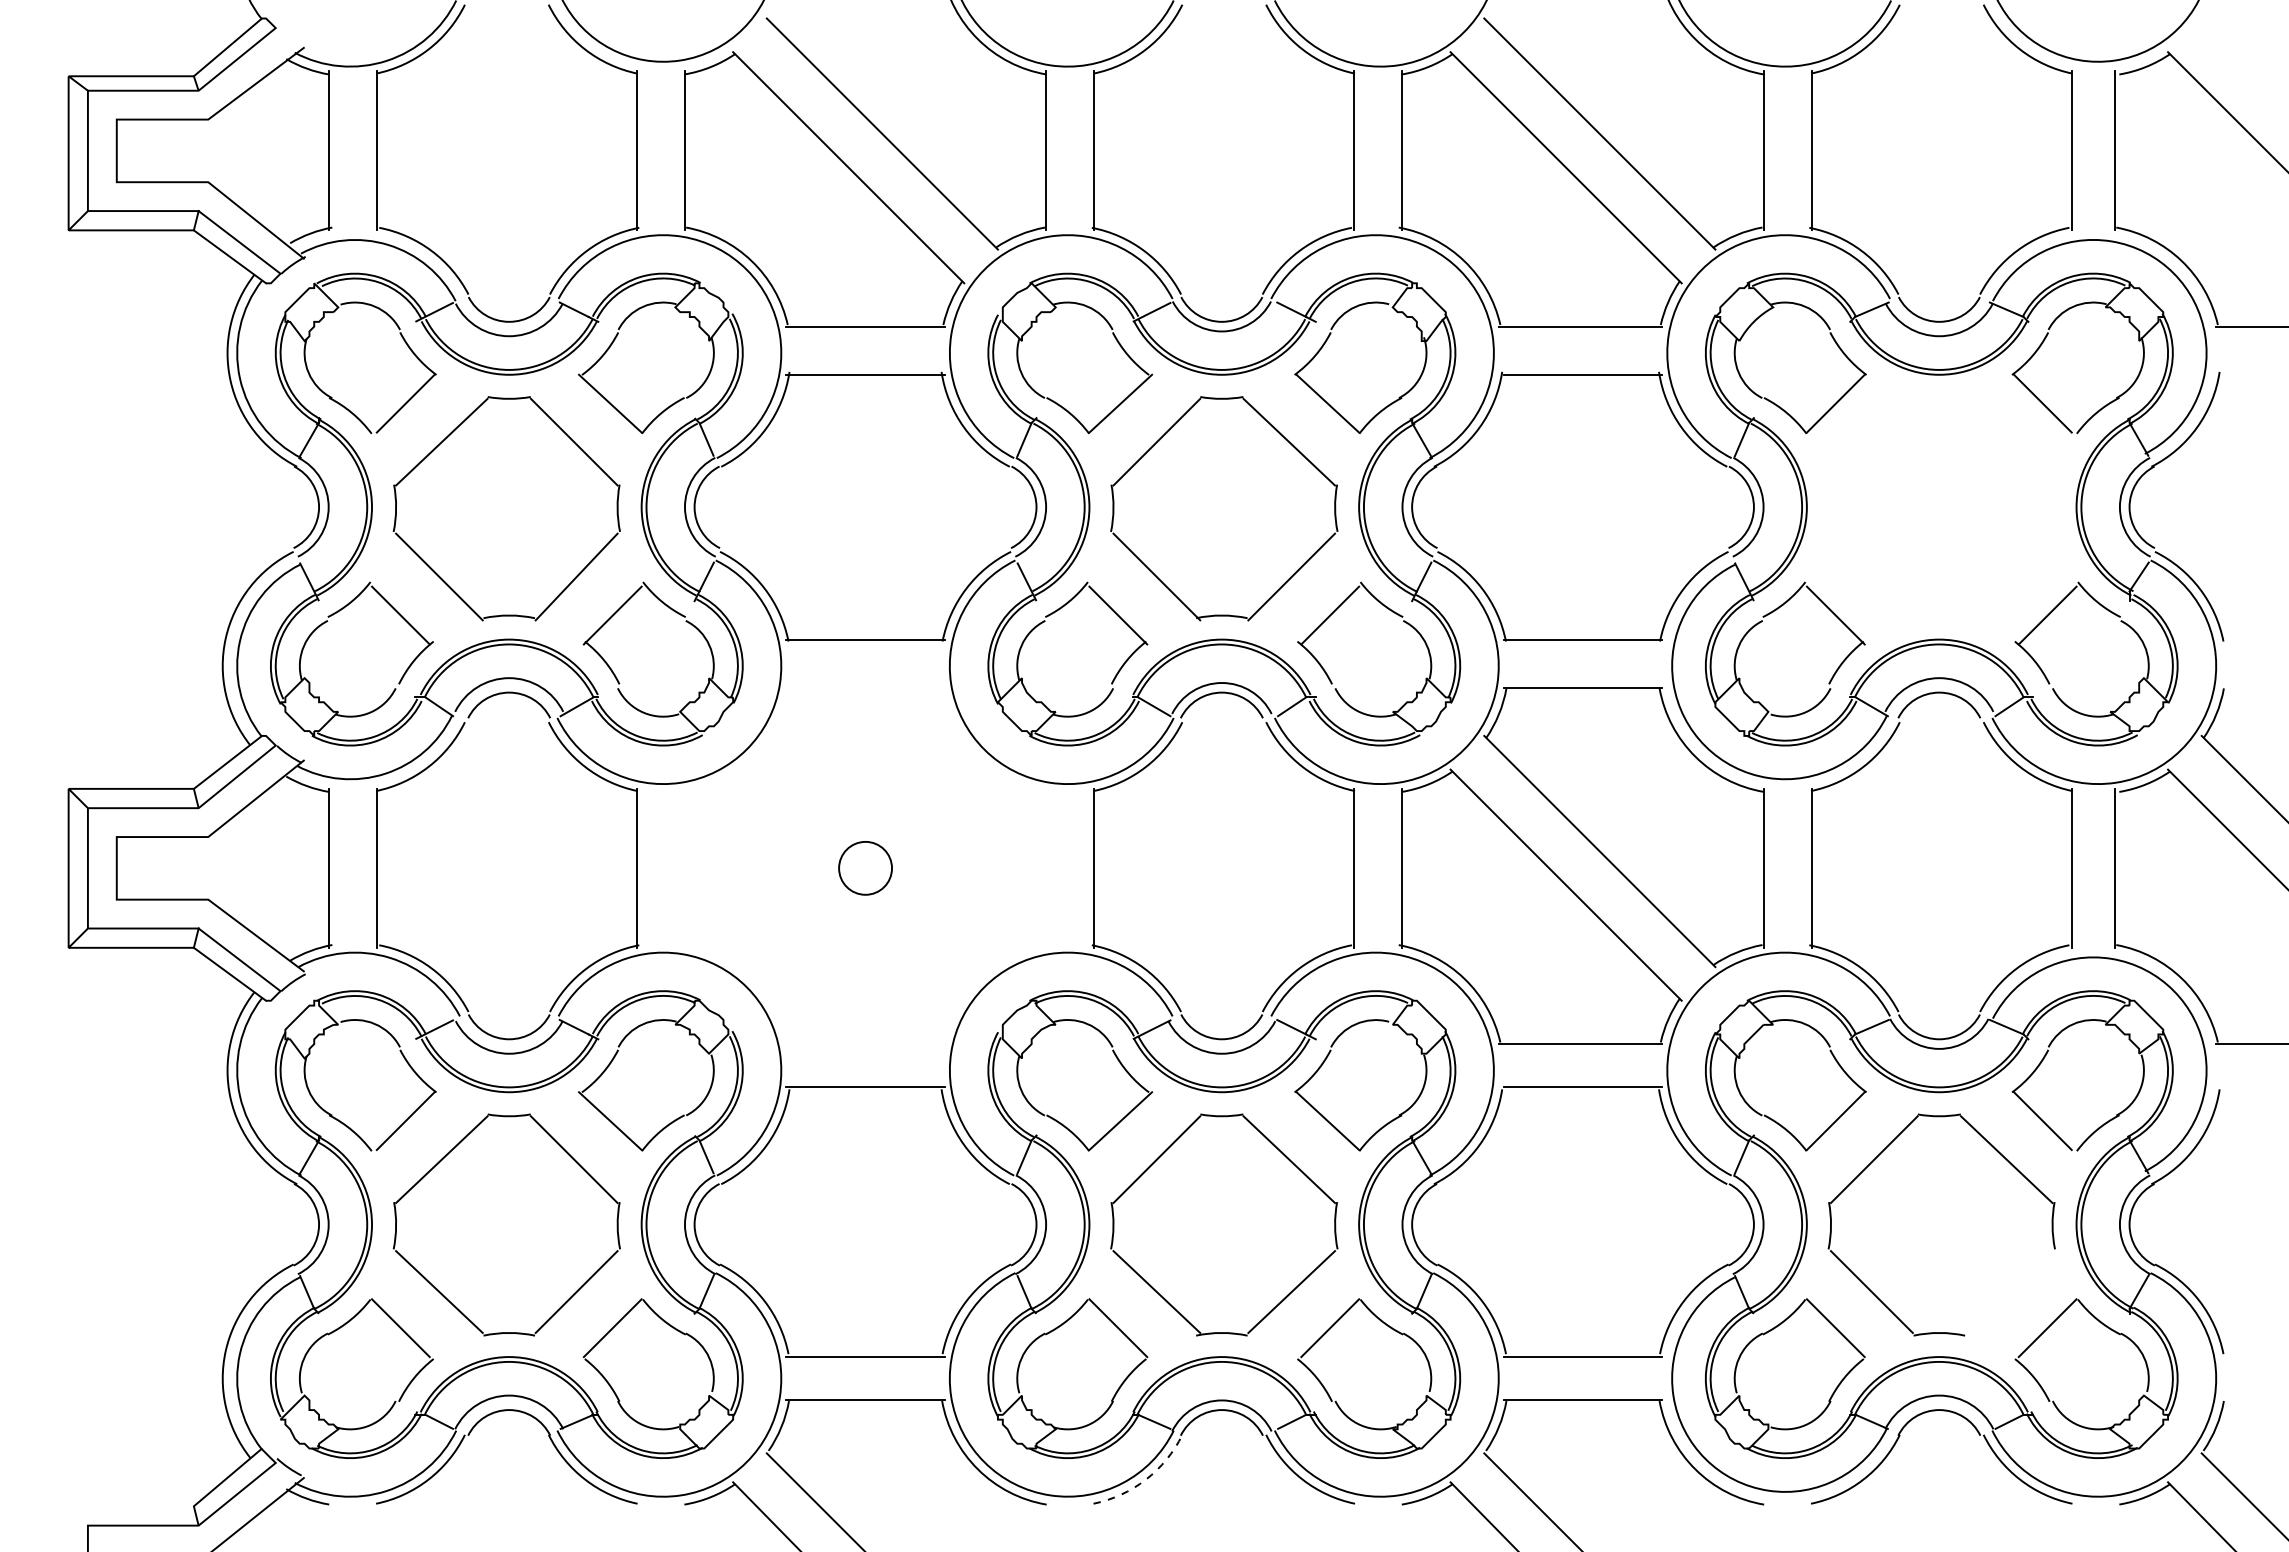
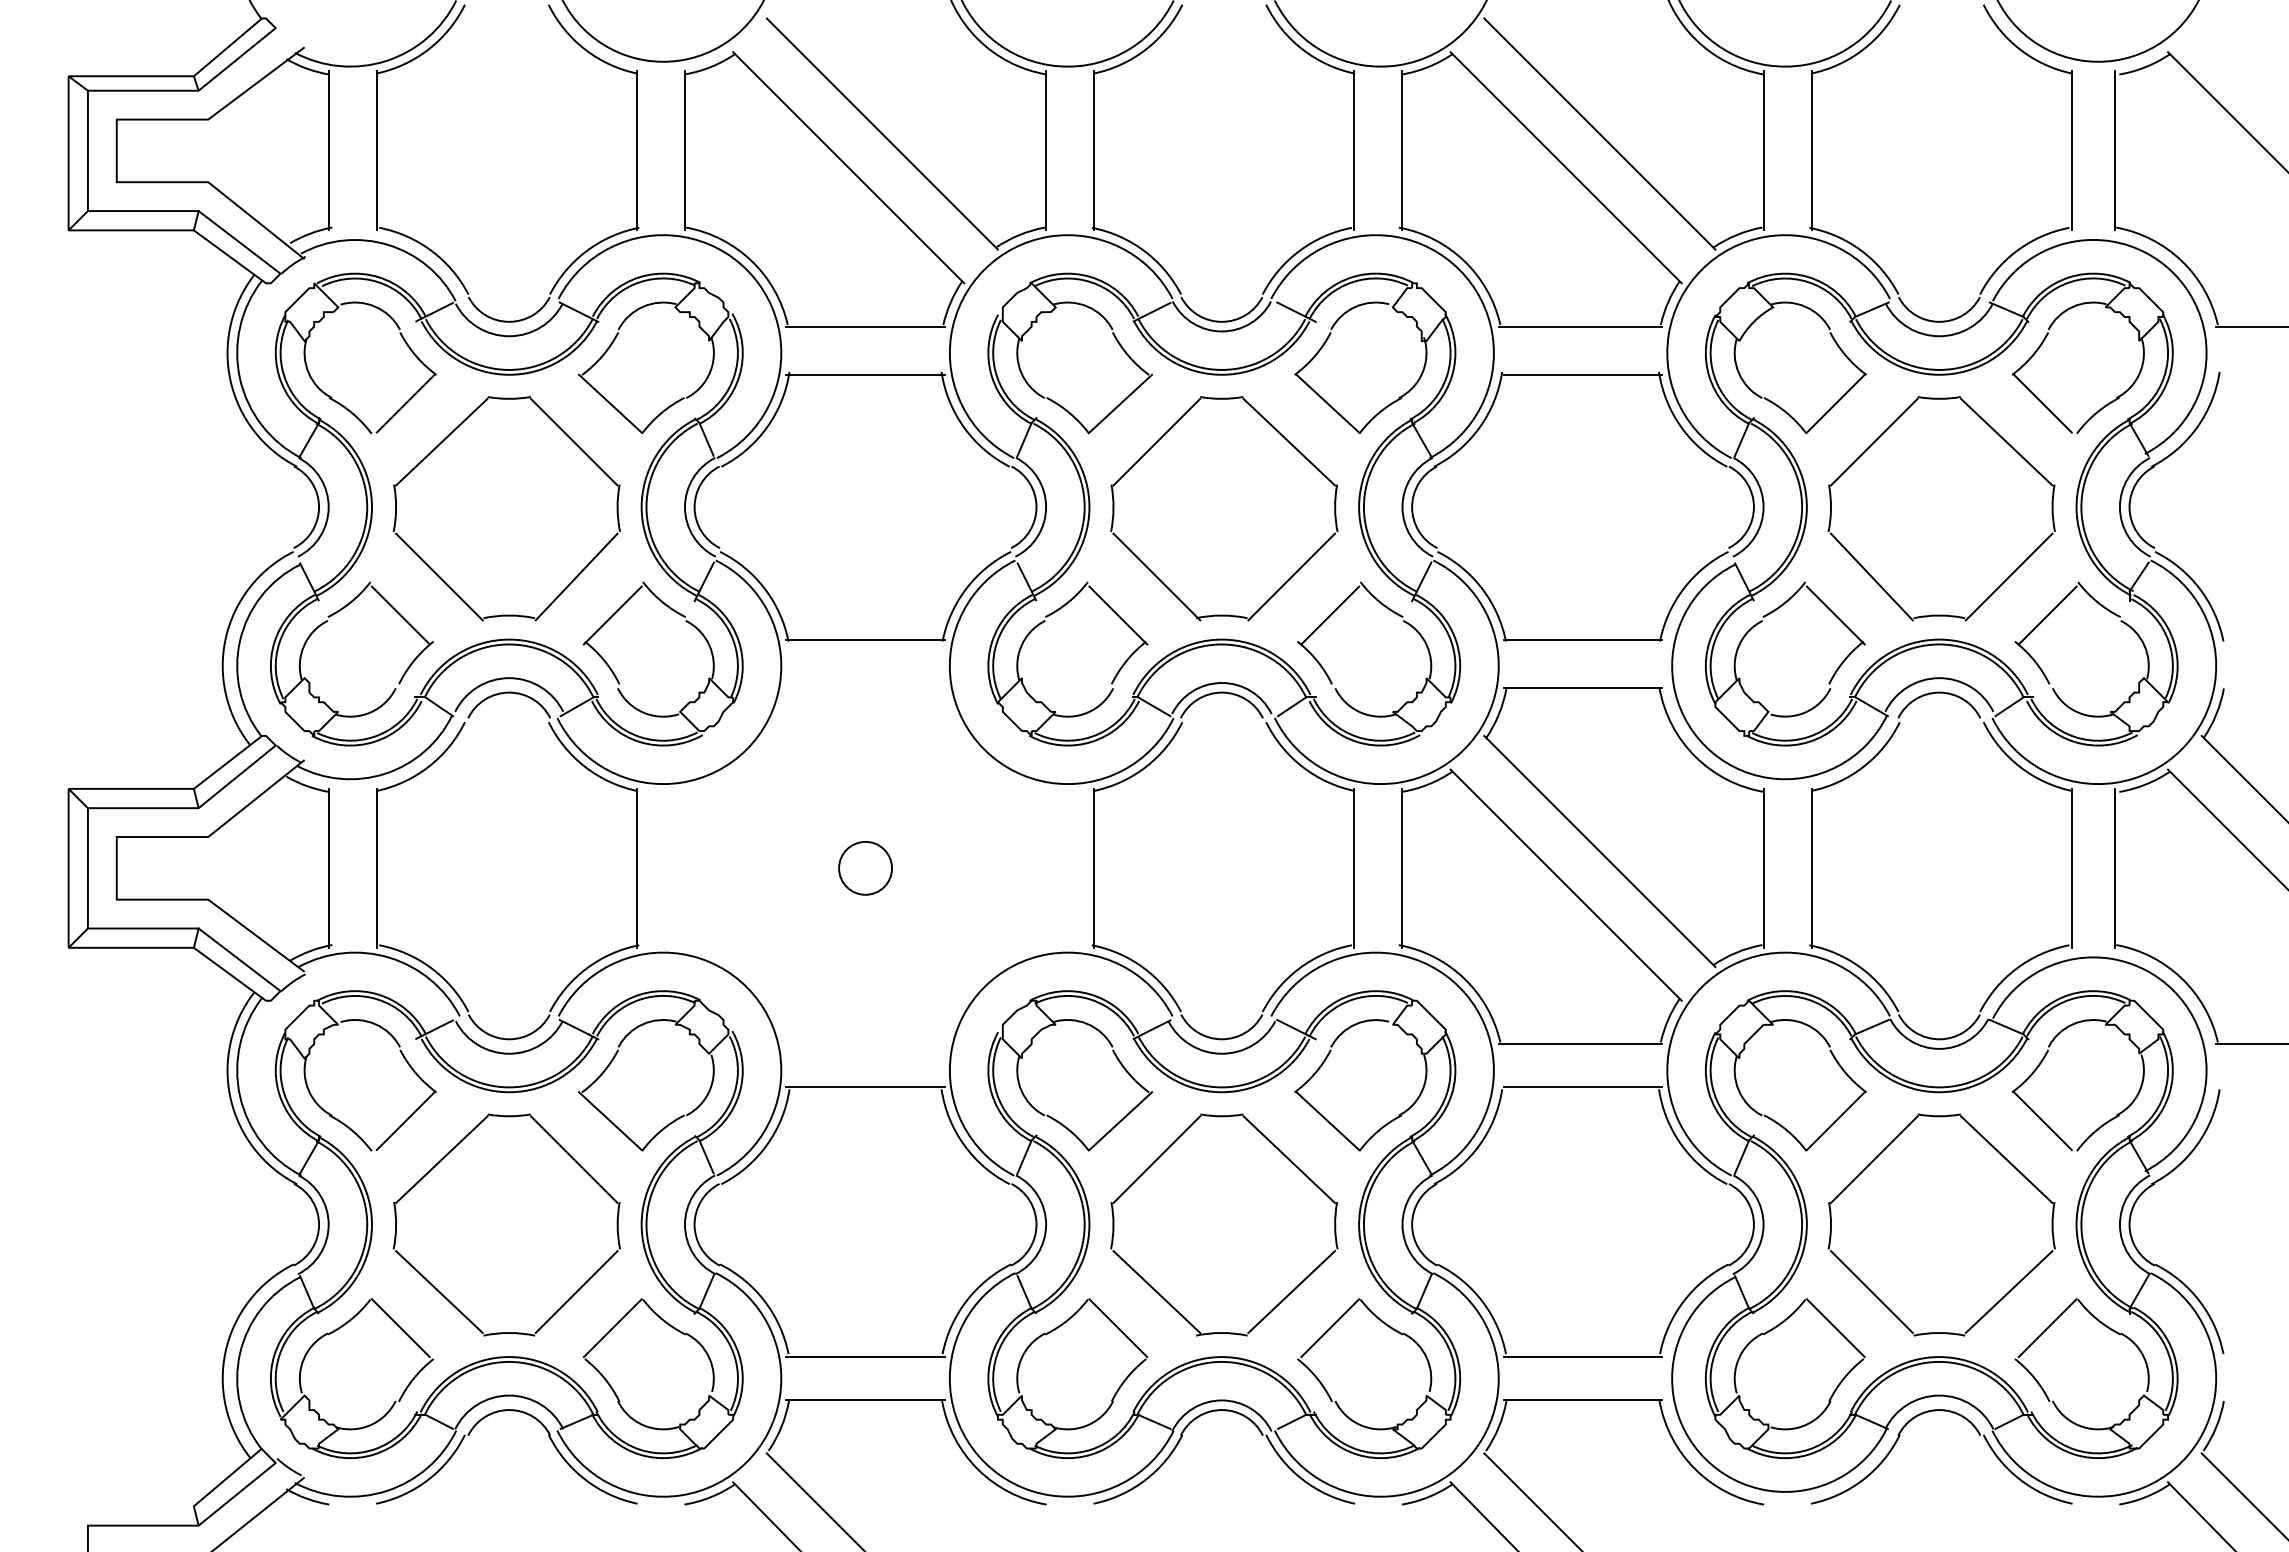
part at (2006, 443): none -> present
line at (2008, 1291): none -> present
arc at (1145, 1479): dashed -> solid
